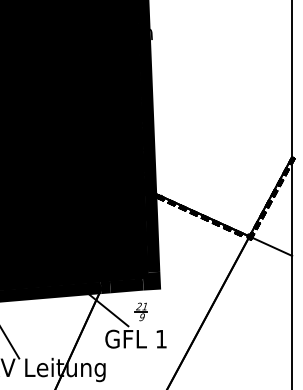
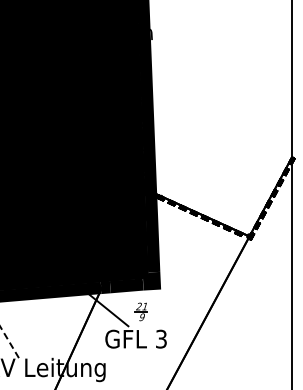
line at (272, 246): present -> none
text at (161, 338): 1 -> 3
line at (10, 343): solid -> dashed
